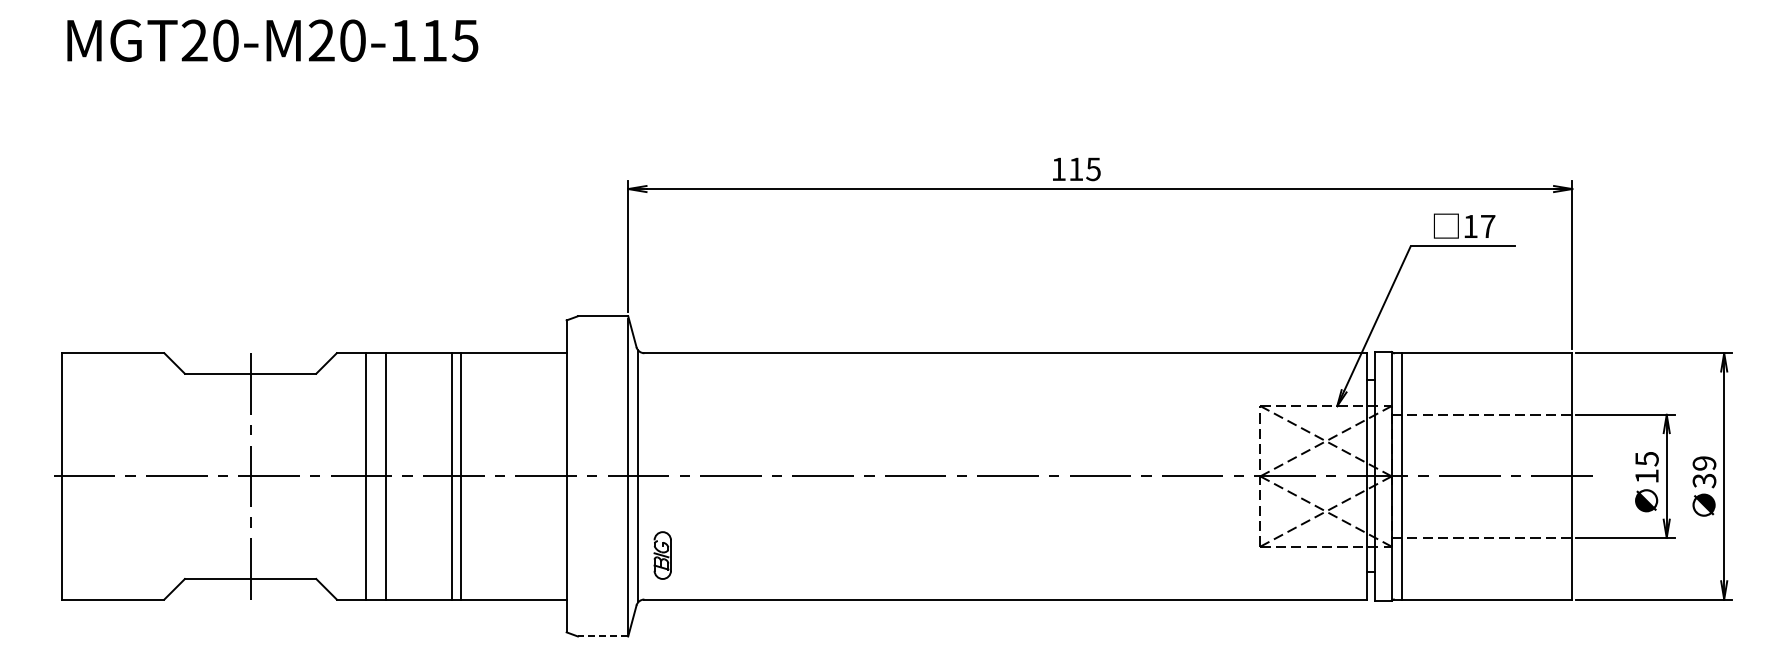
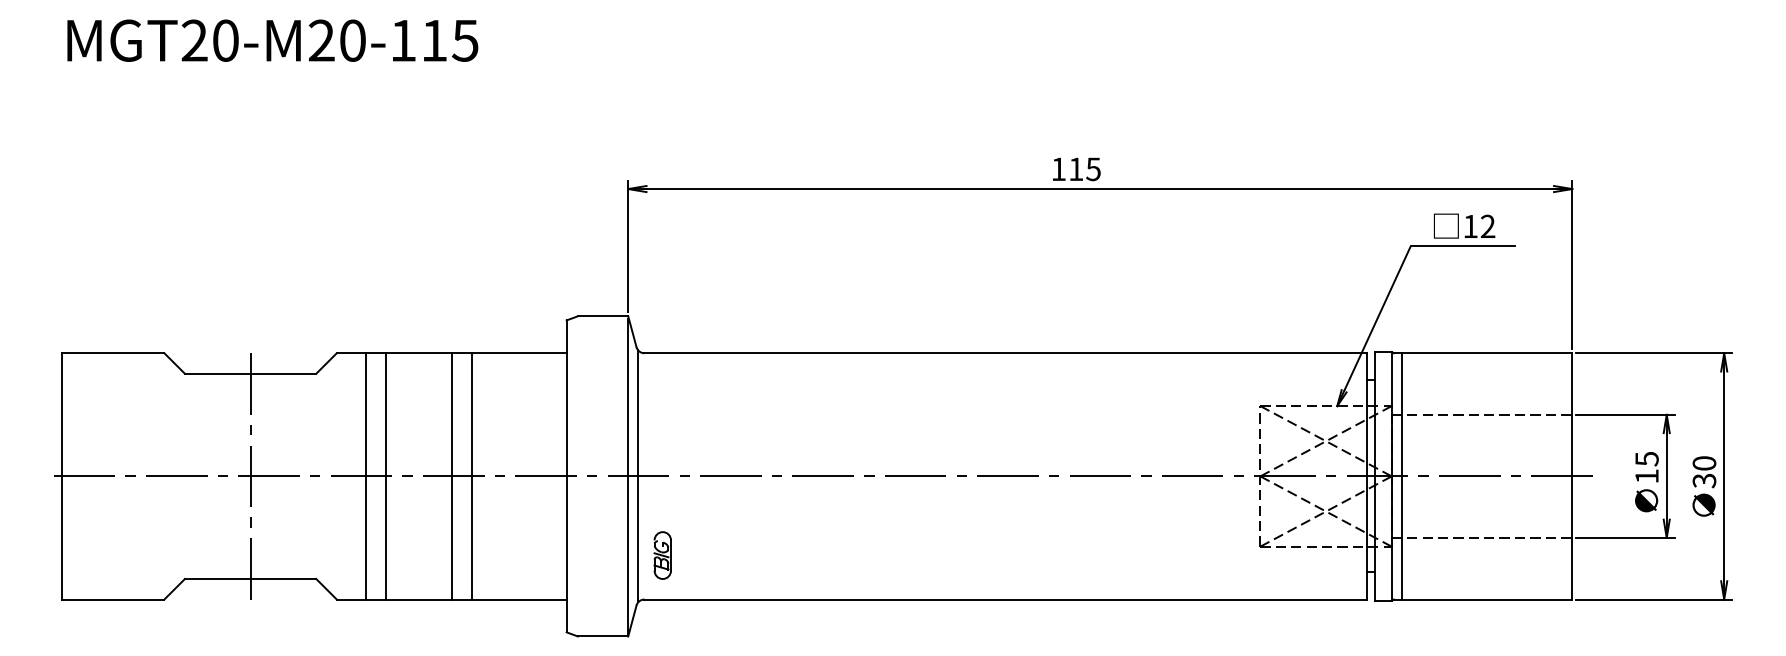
text at (1487, 225): 17 -> 12
text at (1704, 463): 39 -> 30
line at (461, 476) position: (461, 476) -> (472, 476)
line at (602, 636): dashed -> solid
